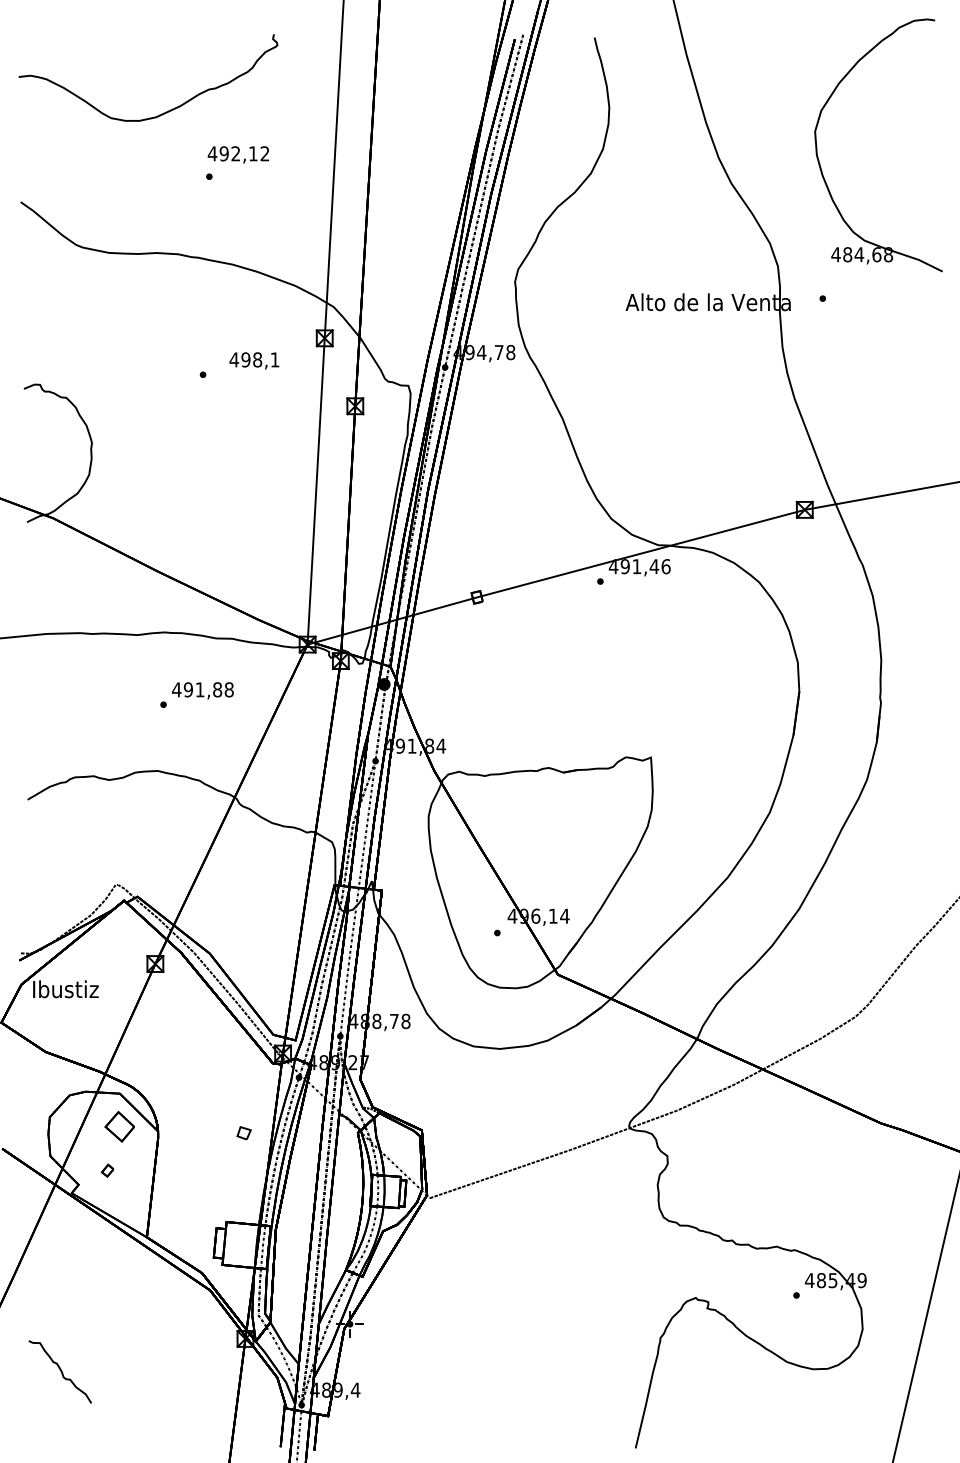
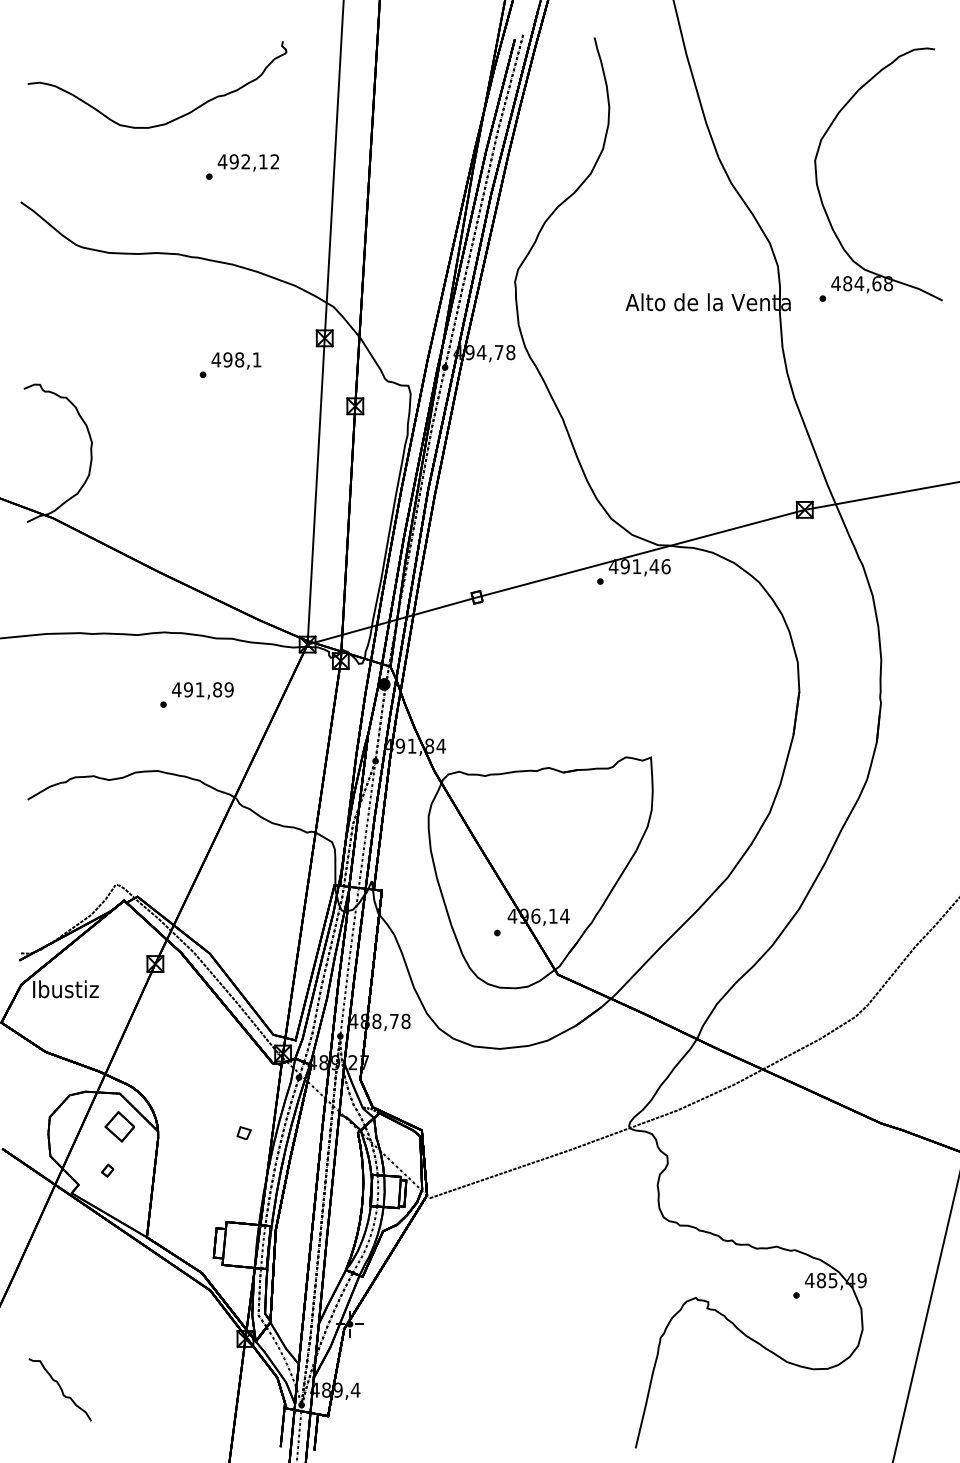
curve at (163, 112) position: (163, 112) -> (172, 119)
text at (237, 154) position: (237, 154) -> (247, 162)
part at (820, 163) position: (820, 163) -> (820, 192)
text at (254, 360) position: (254, 360) -> (236, 360)
text at (228, 689): 491,88 -> 491,89
curve at (60, 1371) position: (60, 1371) -> (60, 1389)
